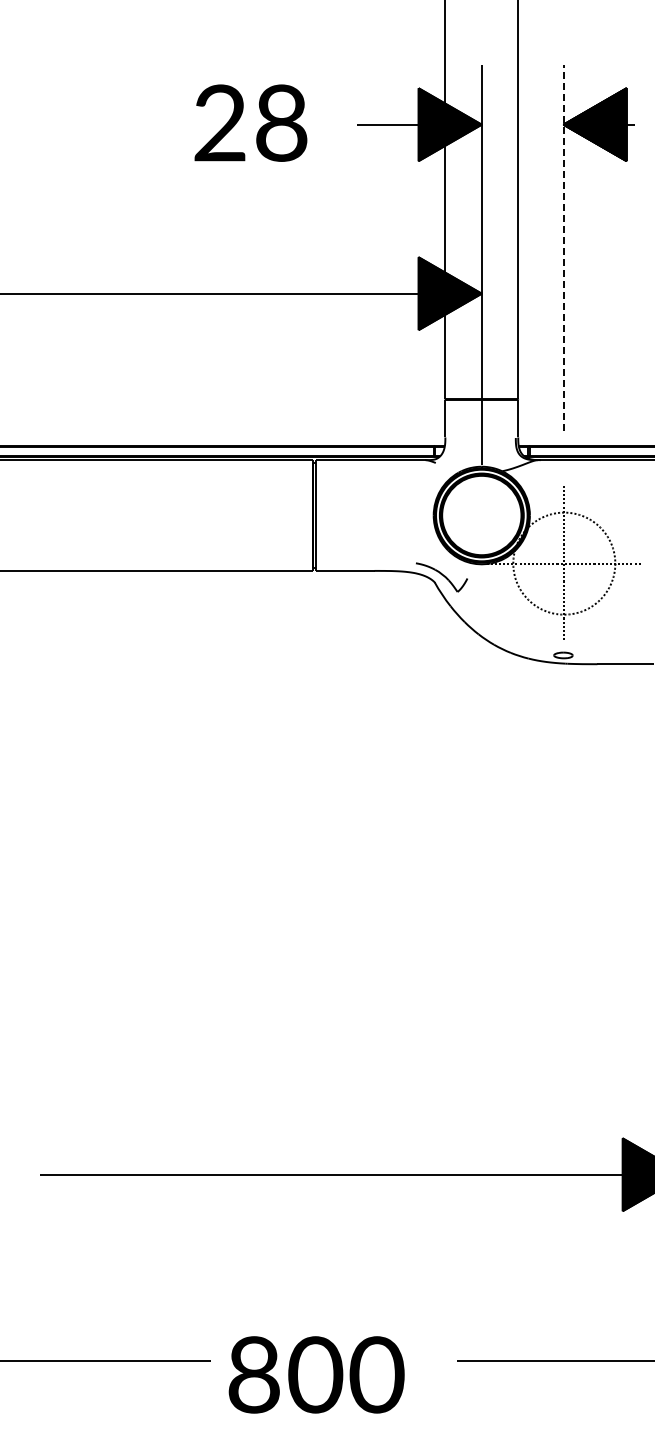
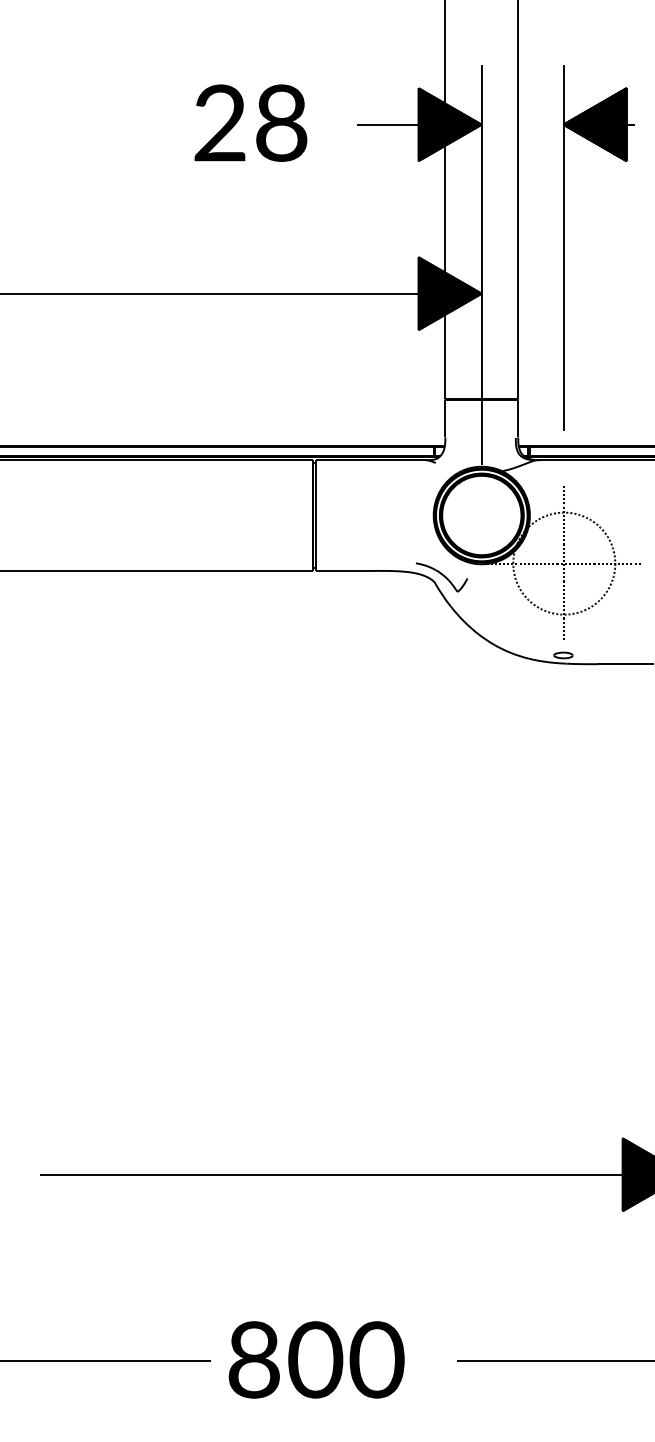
line at (563, 247): dashed -> solid
text at (316, 1374) position: (316, 1374) -> (316, 1359)
